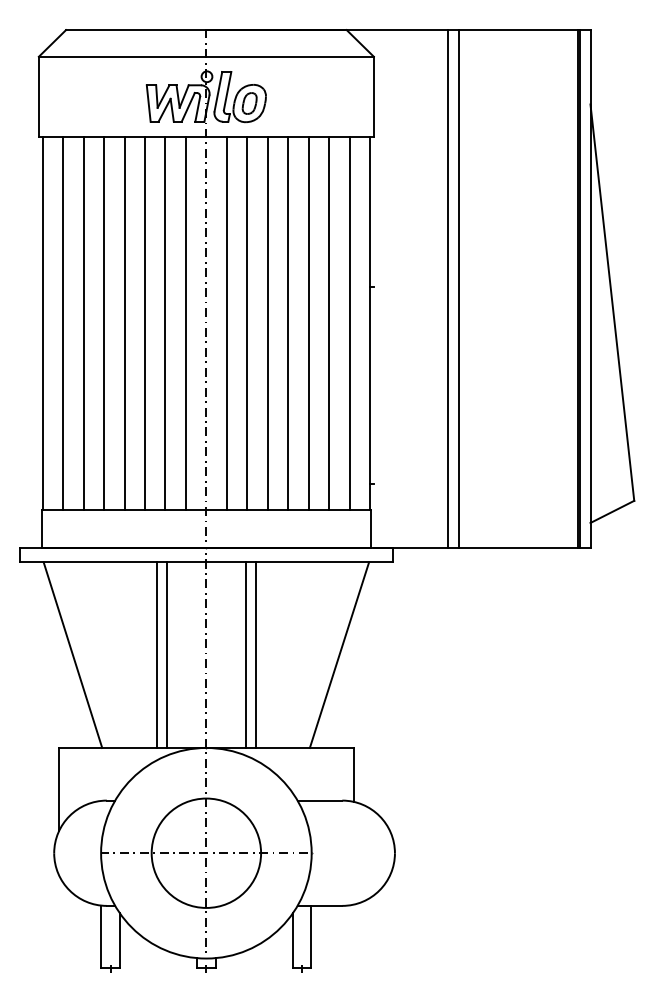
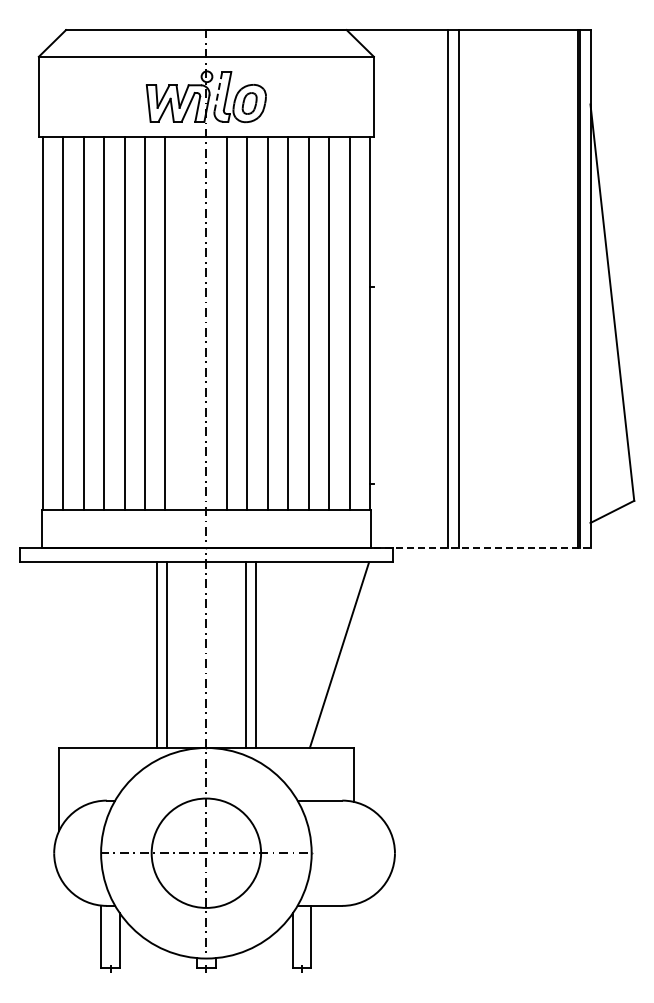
line at (218, 91): solid -> dashed
line at (185, 322): present -> none
line at (482, 547): solid -> dashed
line at (72, 654): present -> none
